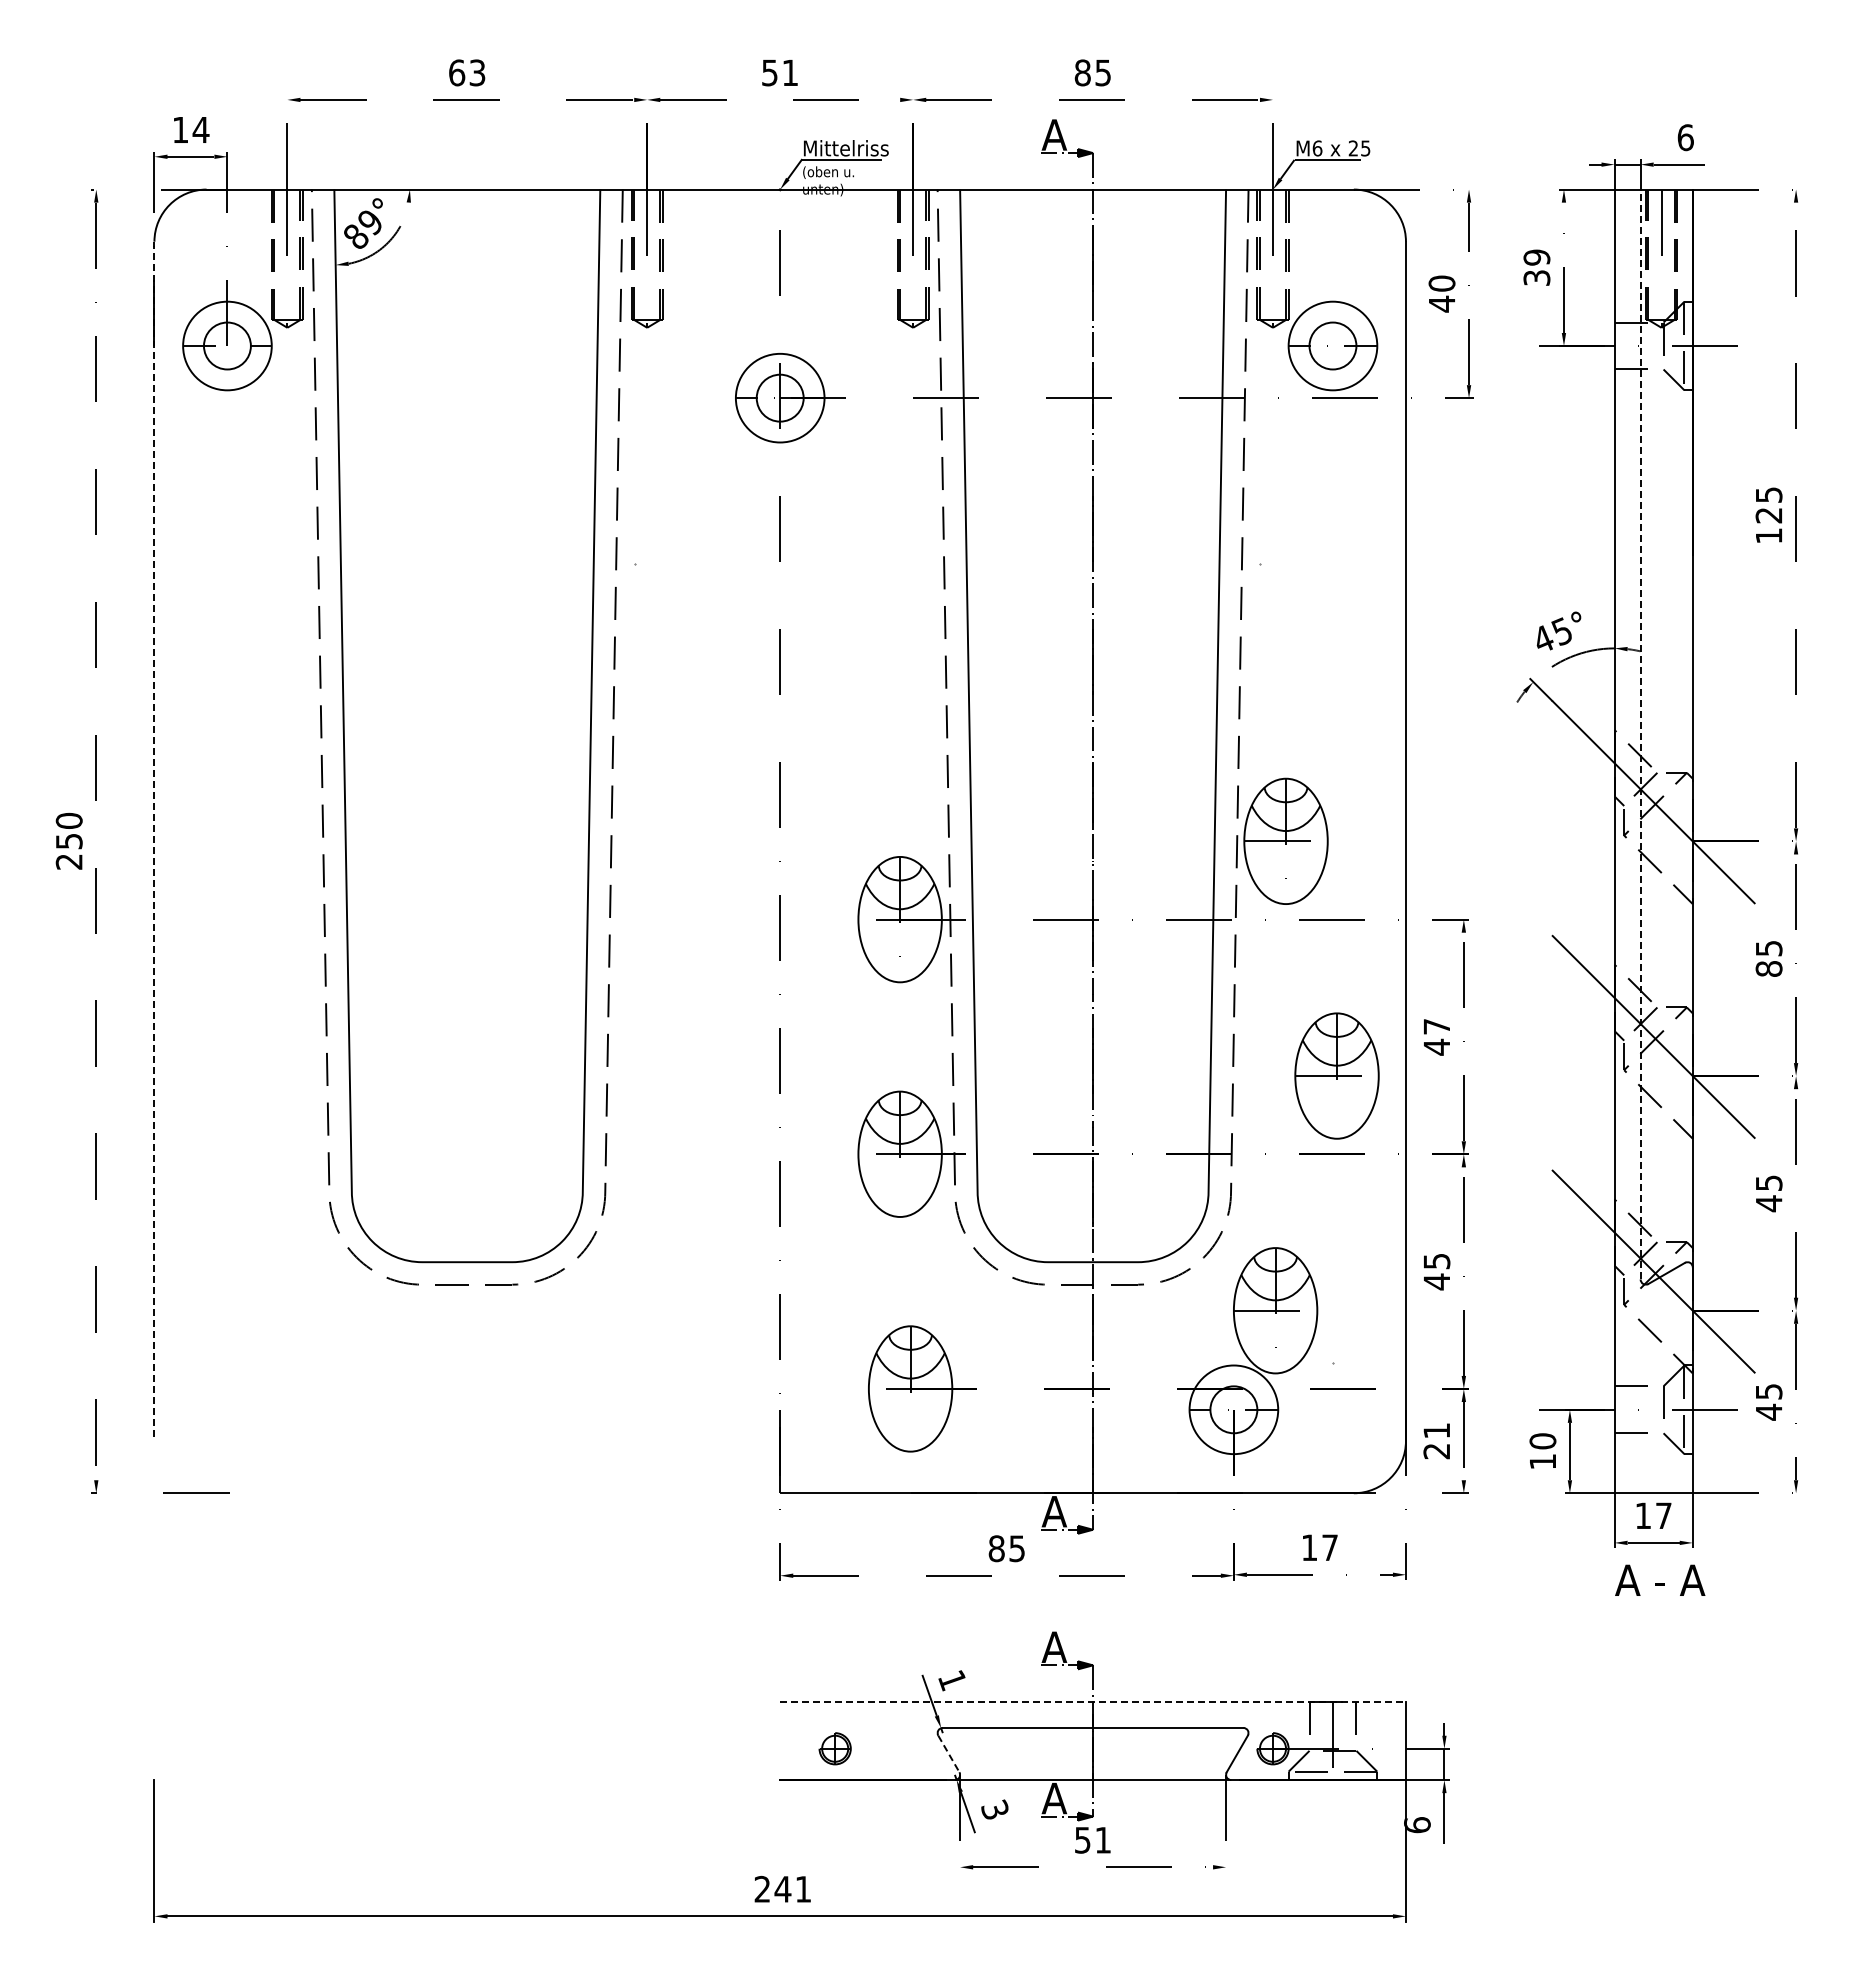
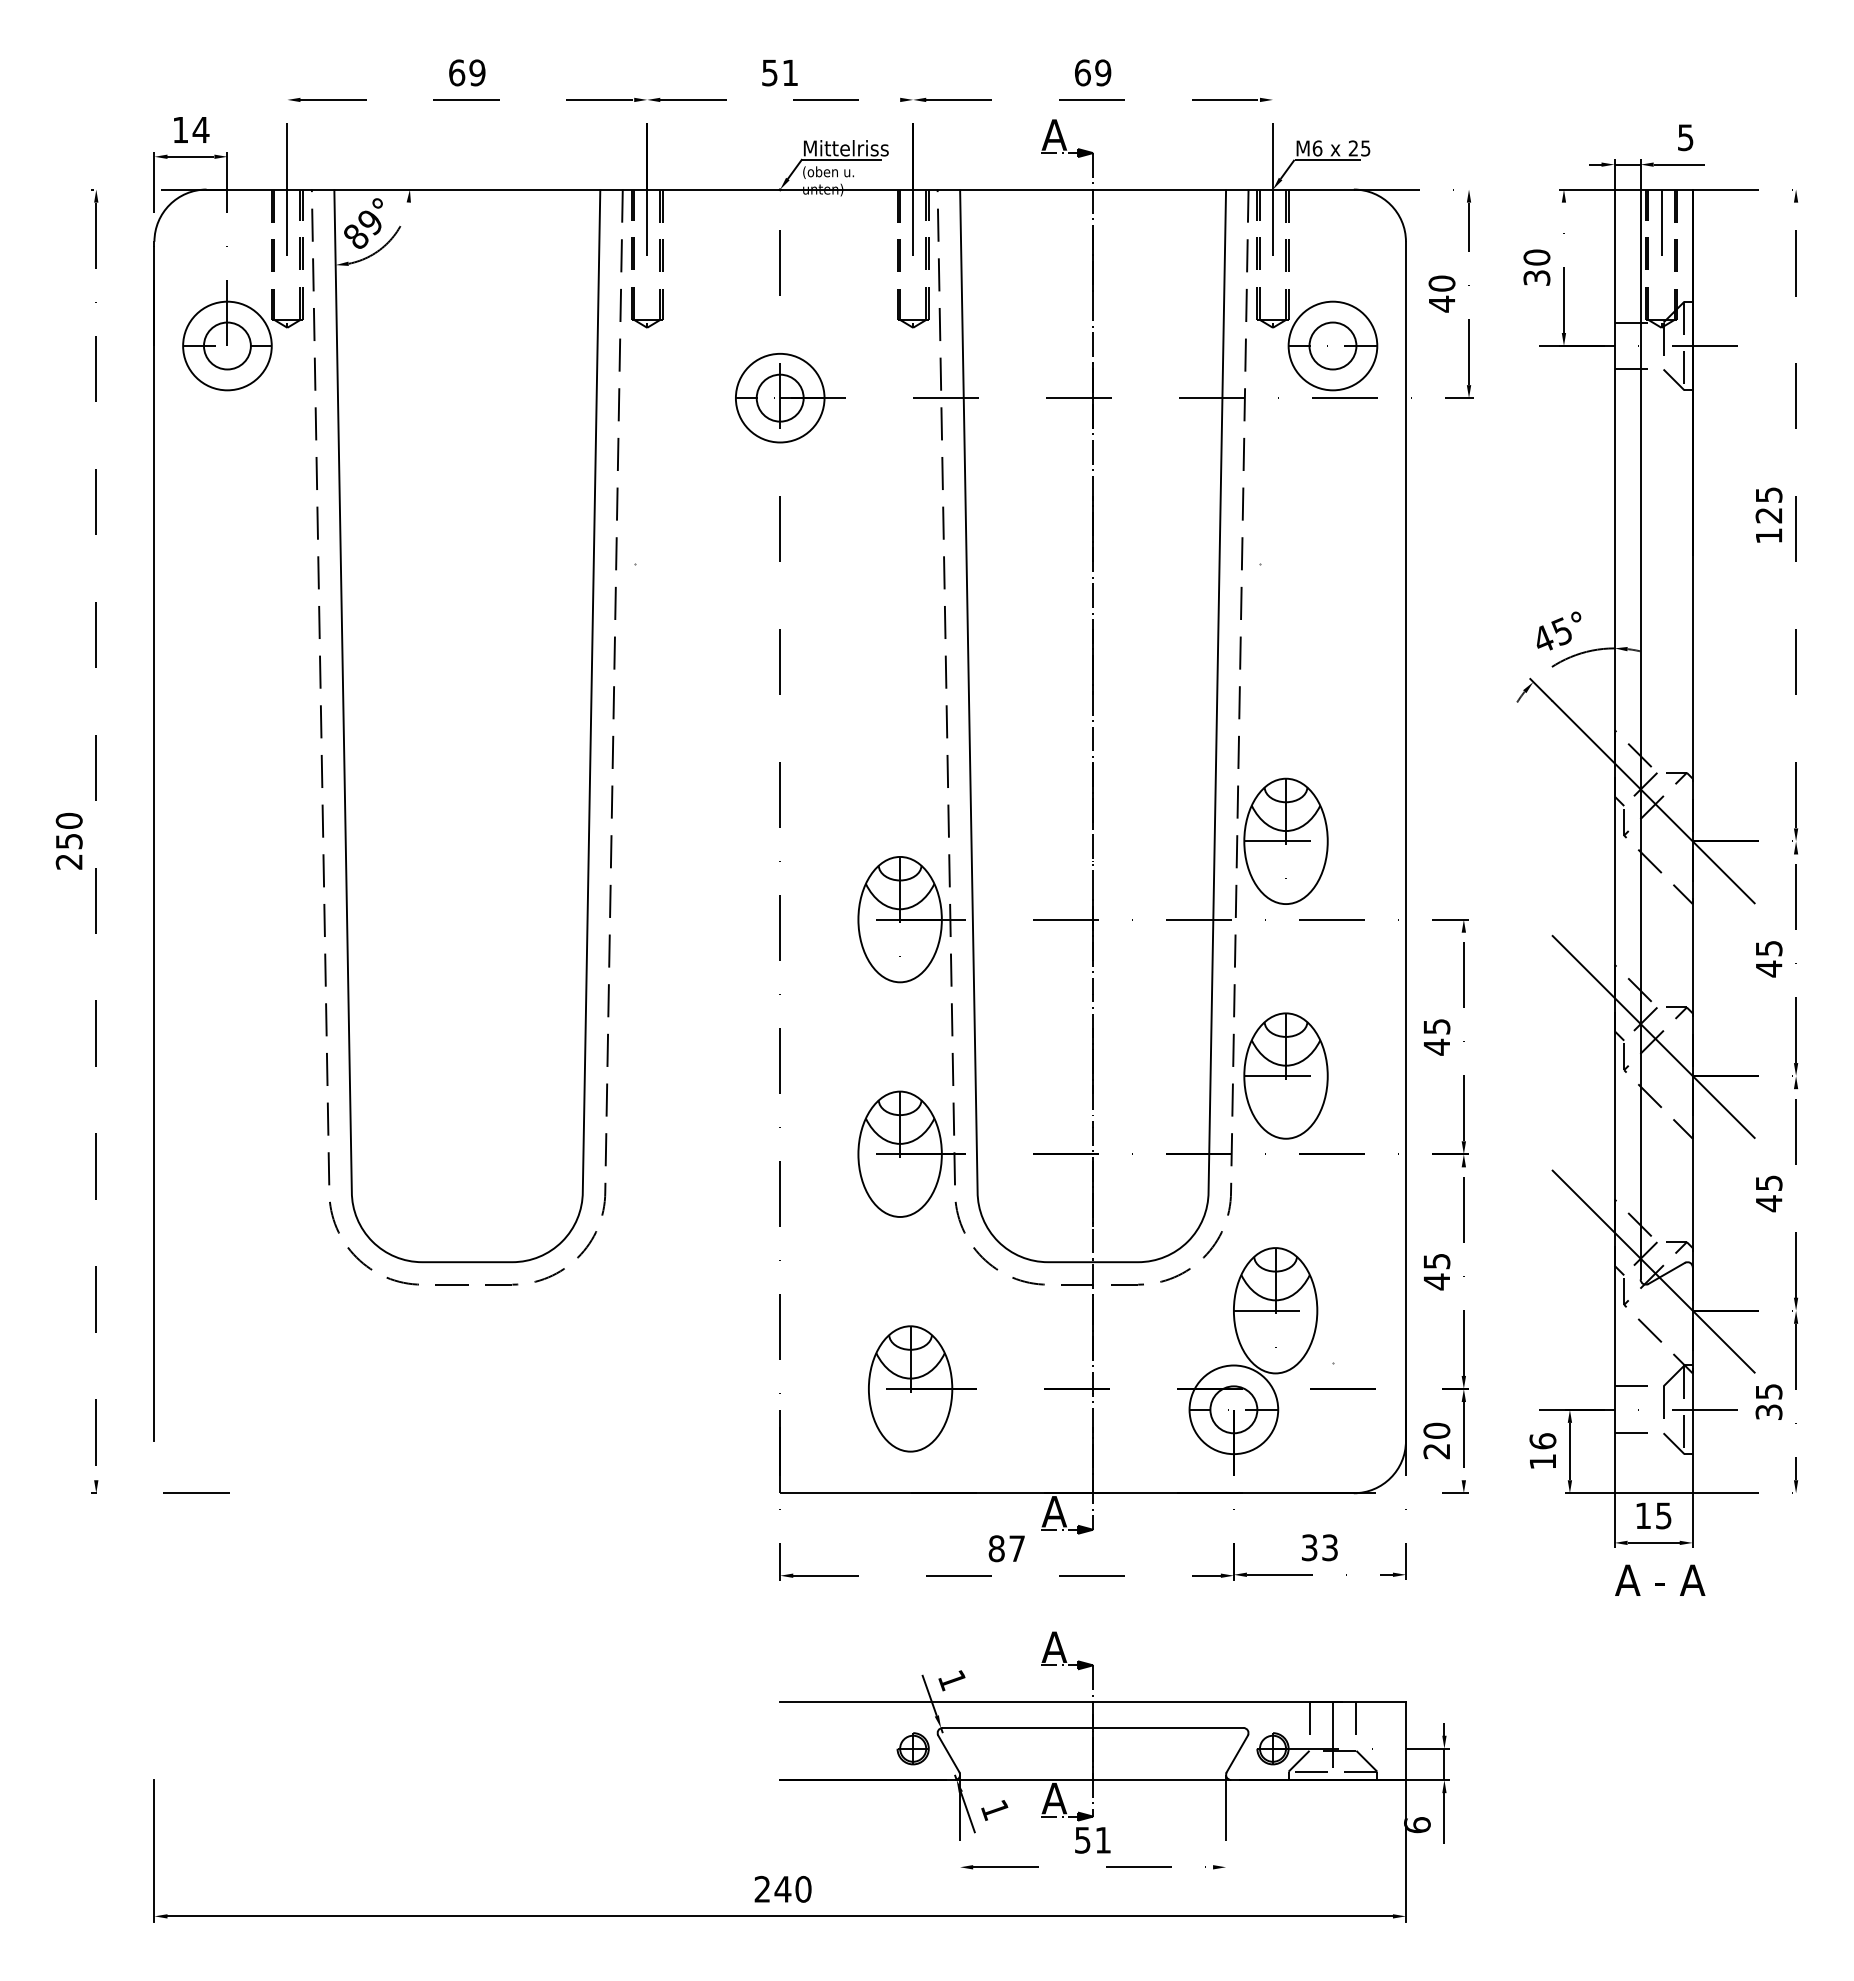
text at (477, 72): 63 -> 69
text at (1092, 72): 85 -> 69
text at (1685, 137): 6 -> 5
text at (1536, 257): 39 -> 30
line at (1640, 734): dashed -> solid
line at (154, 841): dashed -> solid
text at (1768, 968): 85 -> 45
text at (1437, 1026): 47 -> 45
part at (1336, 1075) position: (1336, 1075) -> (1285, 1075)
text at (1768, 1411): 45 -> 35
text at (1436, 1430): 21 -> 20
text at (1542, 1441): 10 -> 16
text at (1663, 1515): 17 -> 15
text at (1319, 1547): 17 -> 33
text at (1016, 1548): 85 -> 87
line at (1093, 1701): dashed -> solid
part at (834, 1748) position: (834, 1748) -> (912, 1748)
line at (949, 1754): dashed -> solid
text at (994, 1809): 3 -> 1
text at (803, 1888): 241 -> 240
